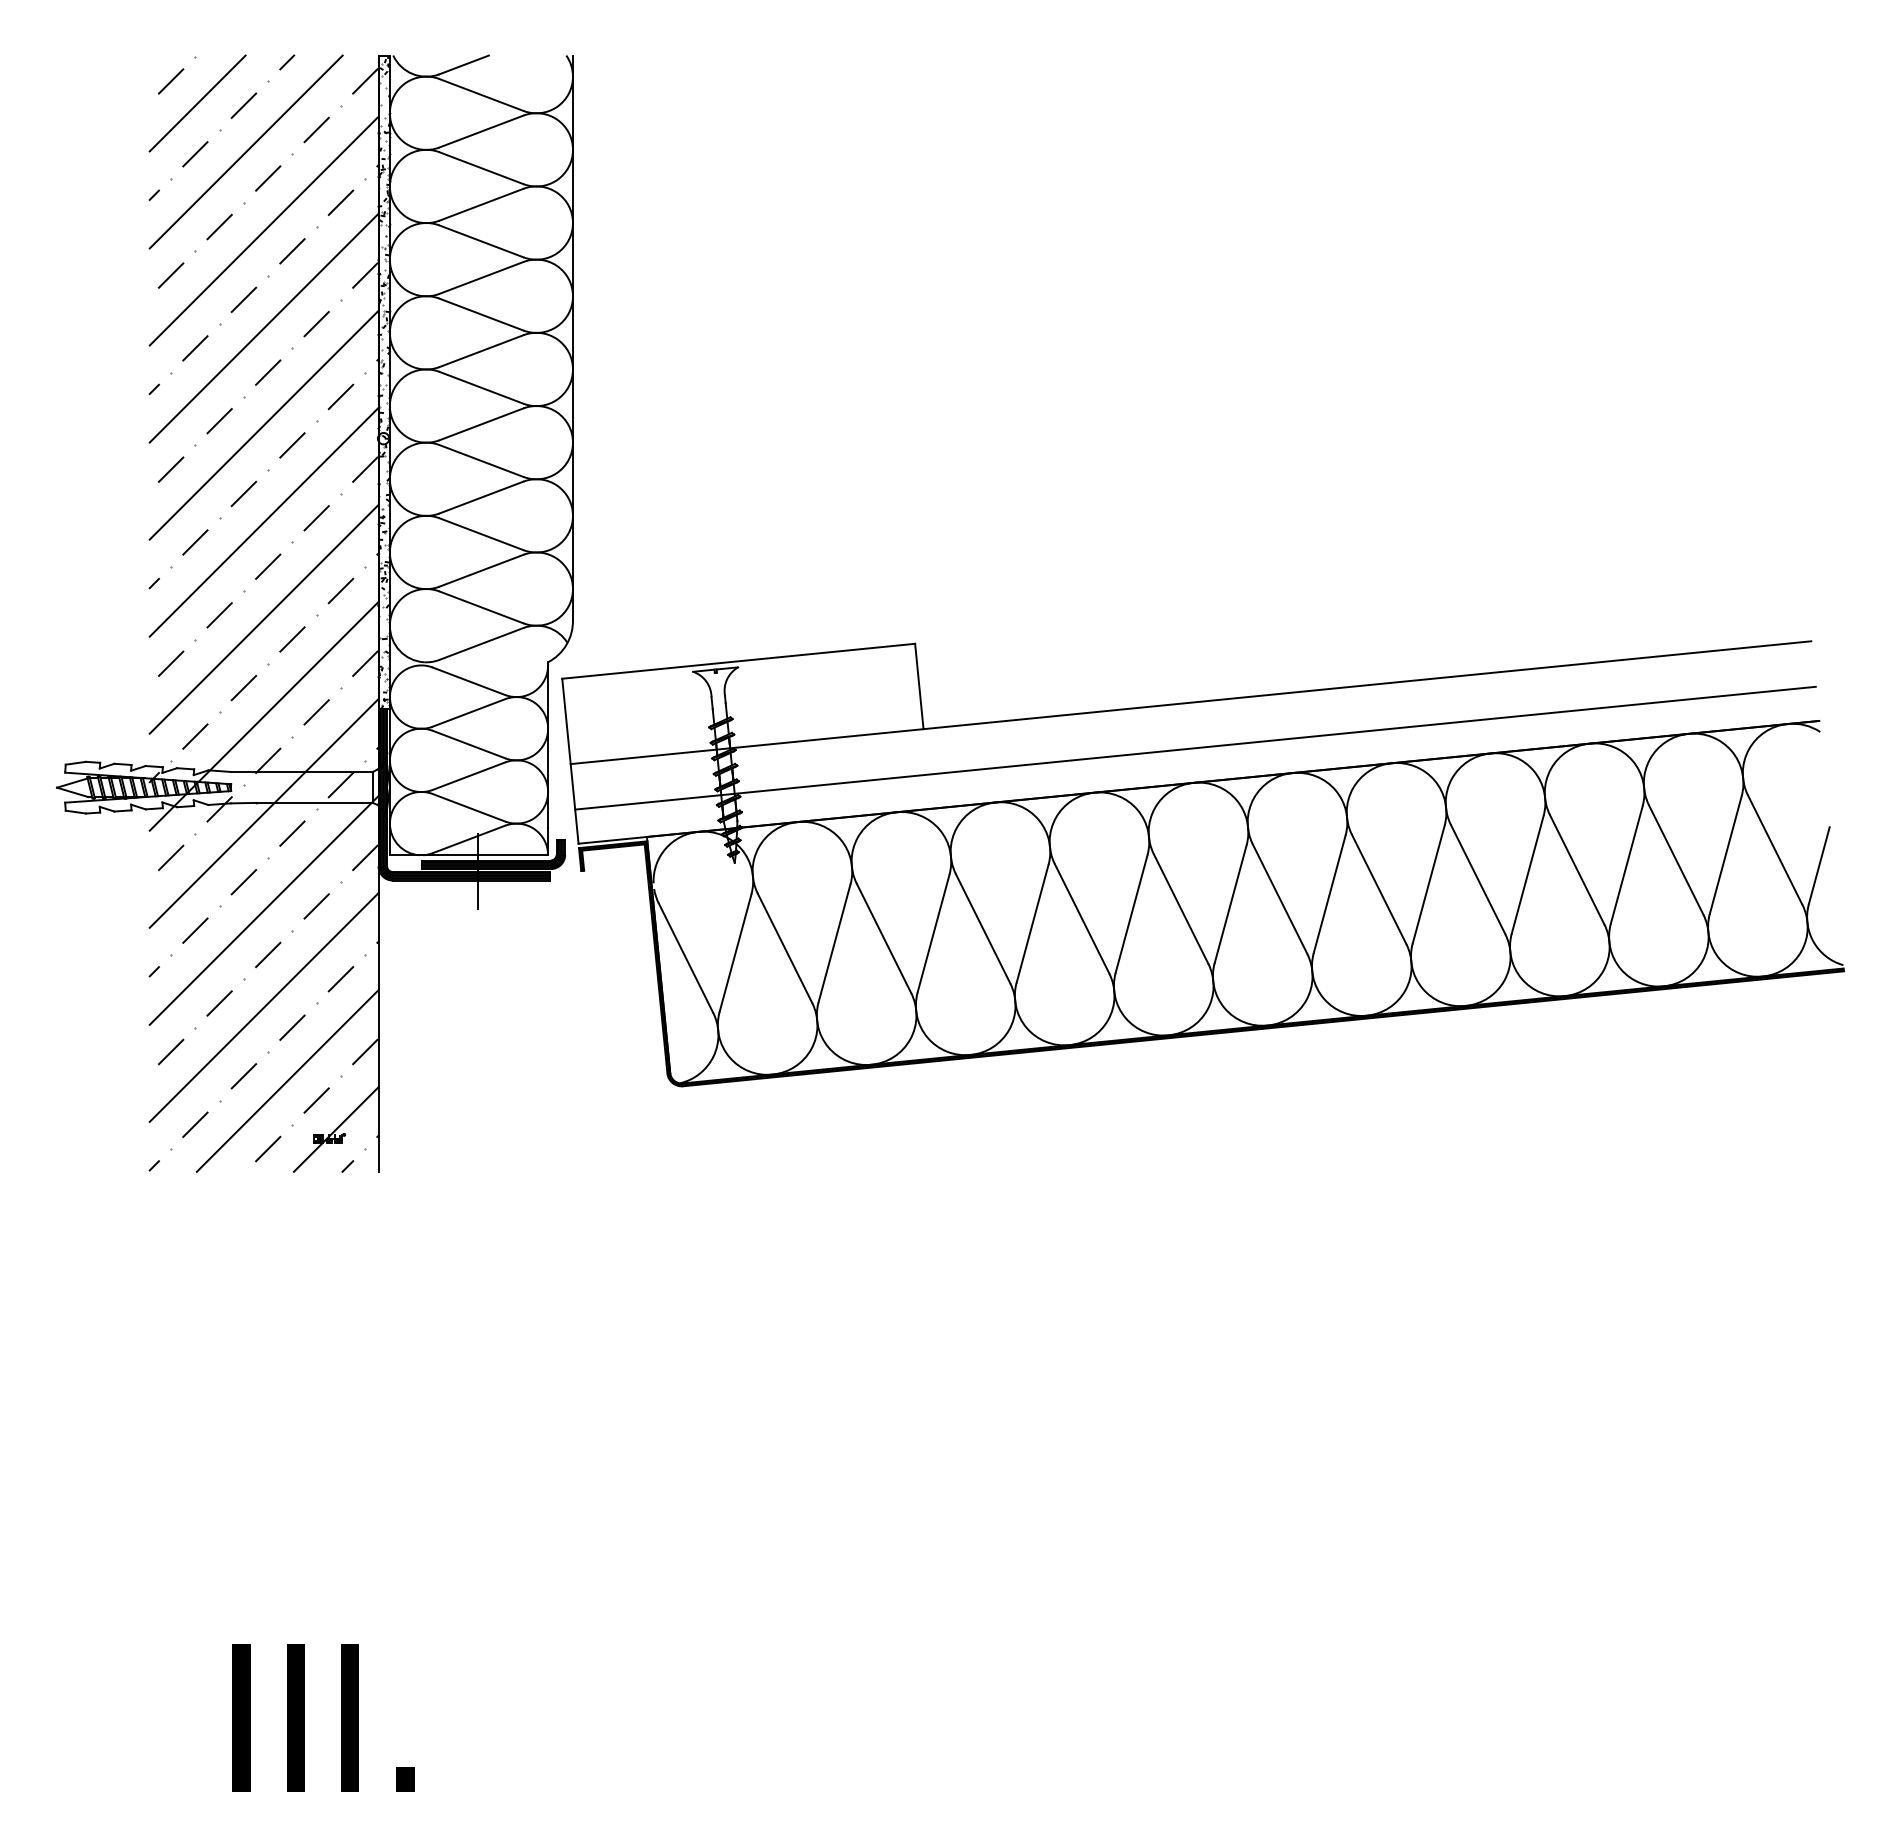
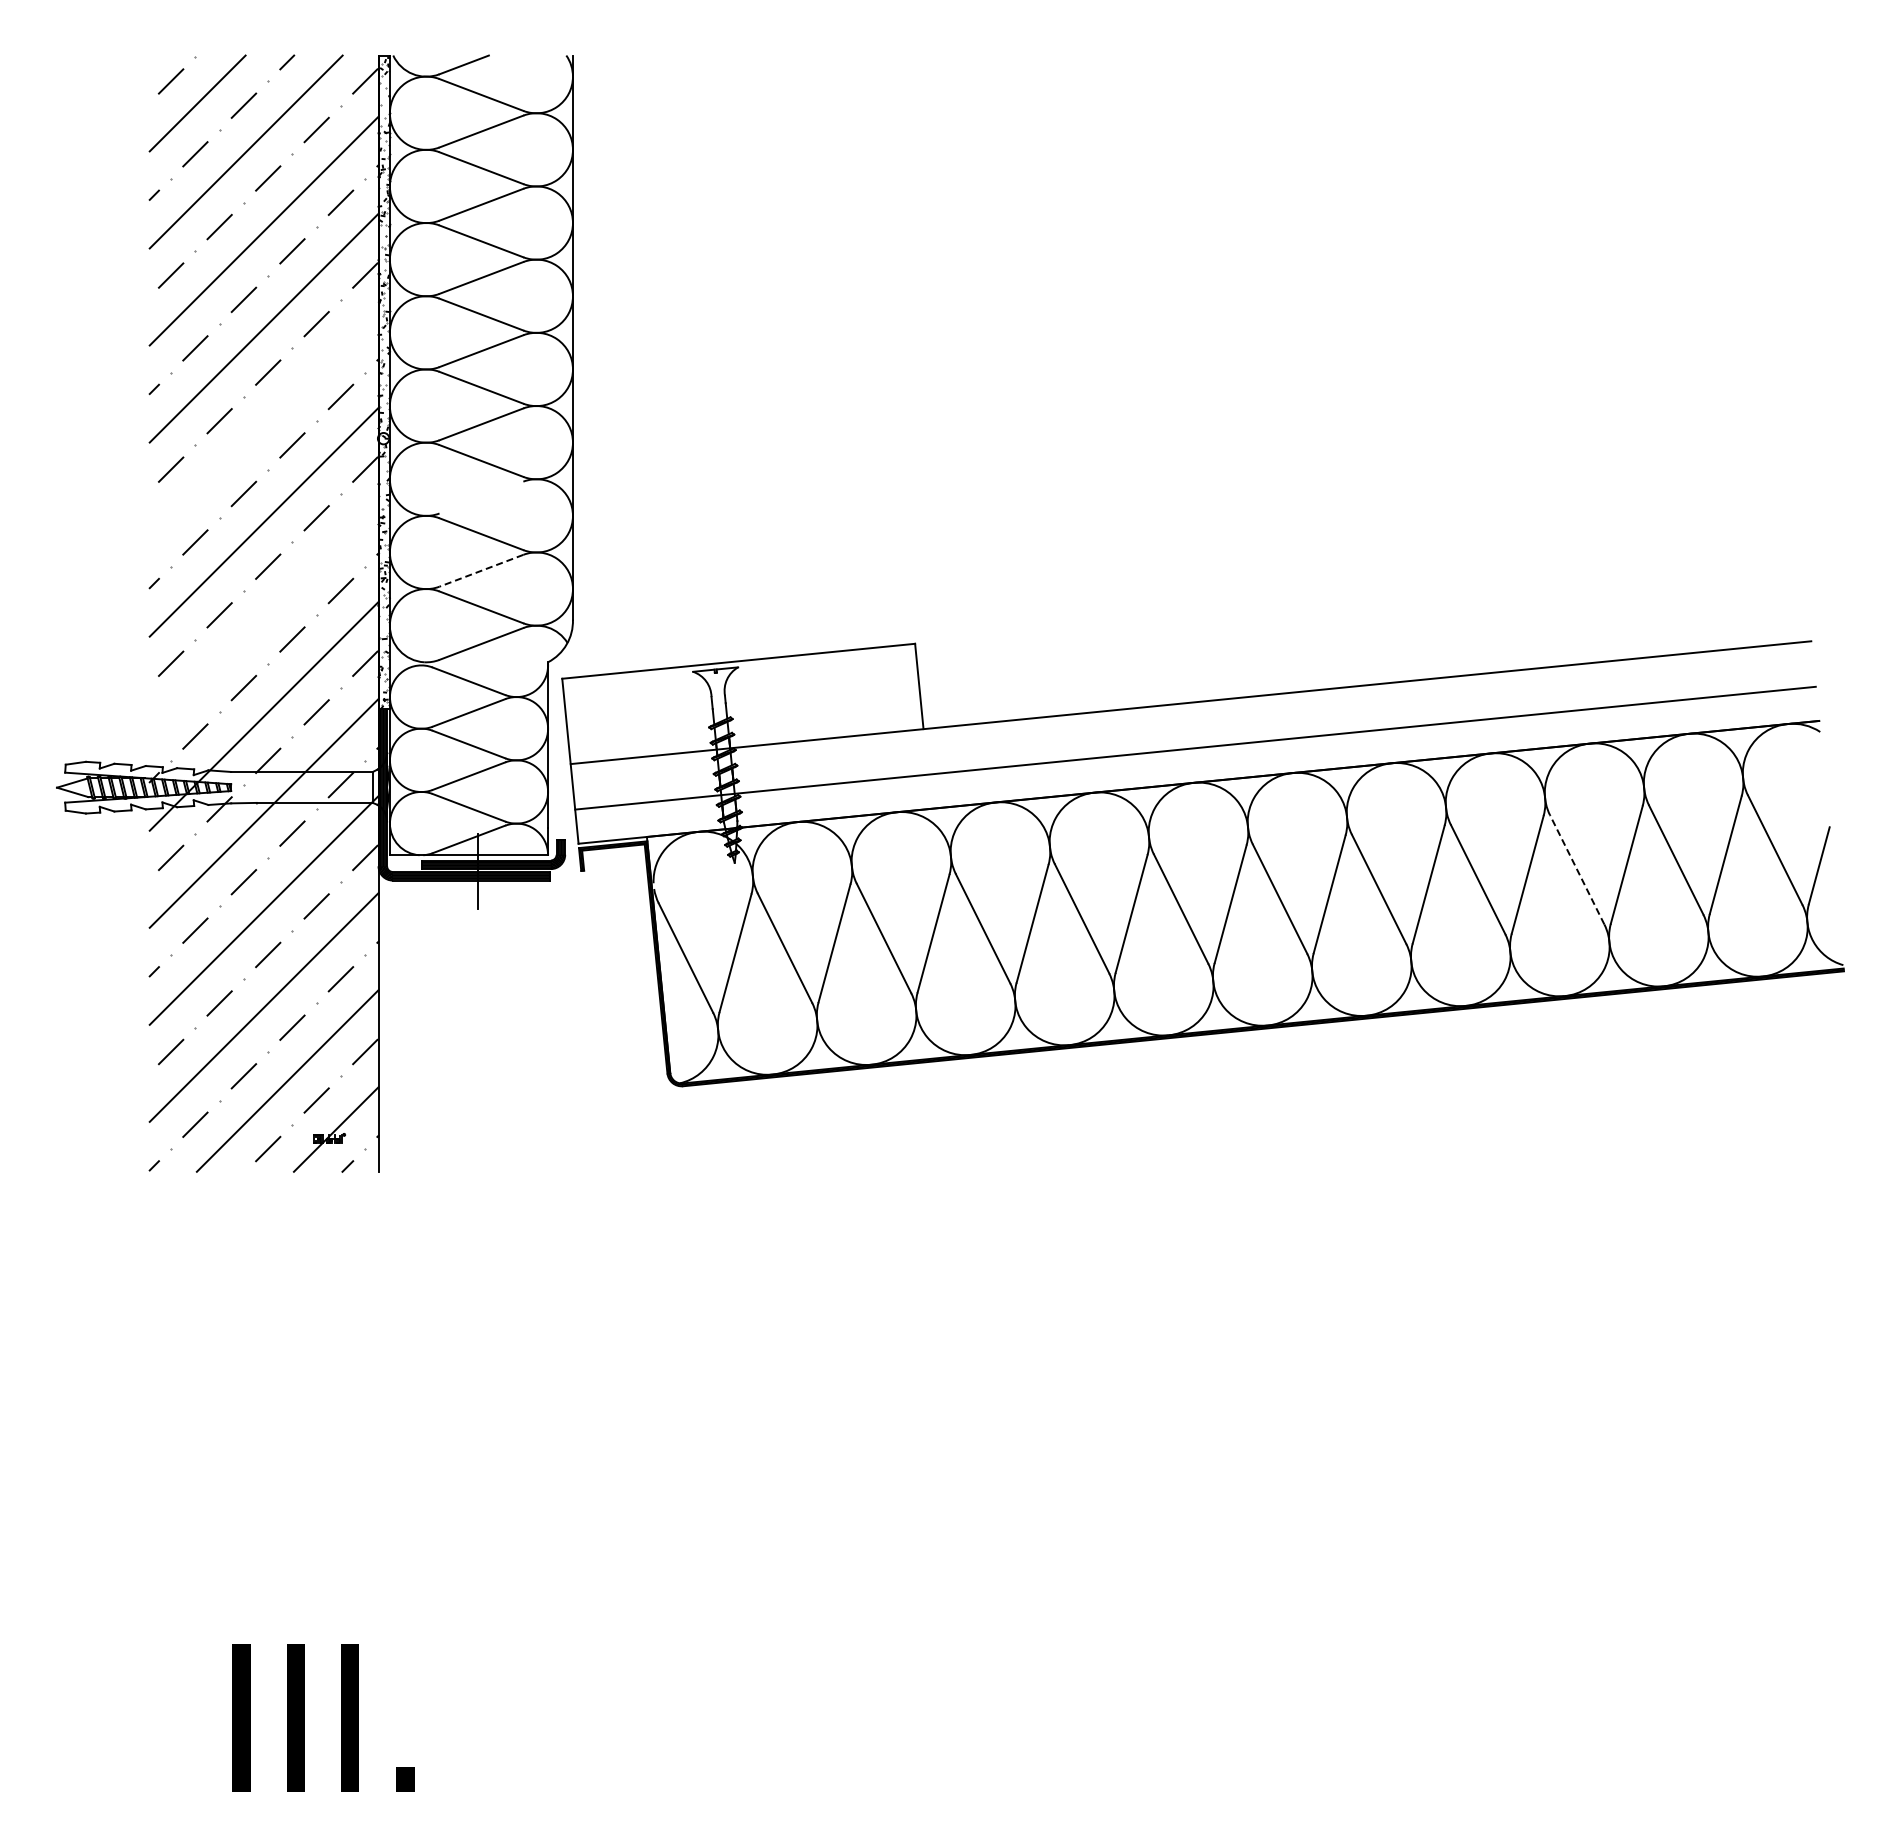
line at (263, 424): present -> none
line at (481, 497): present -> none
line at (481, 570): solid -> dashed
line at (263, 618): present -> none
line at (1577, 869): solid -> dashed
